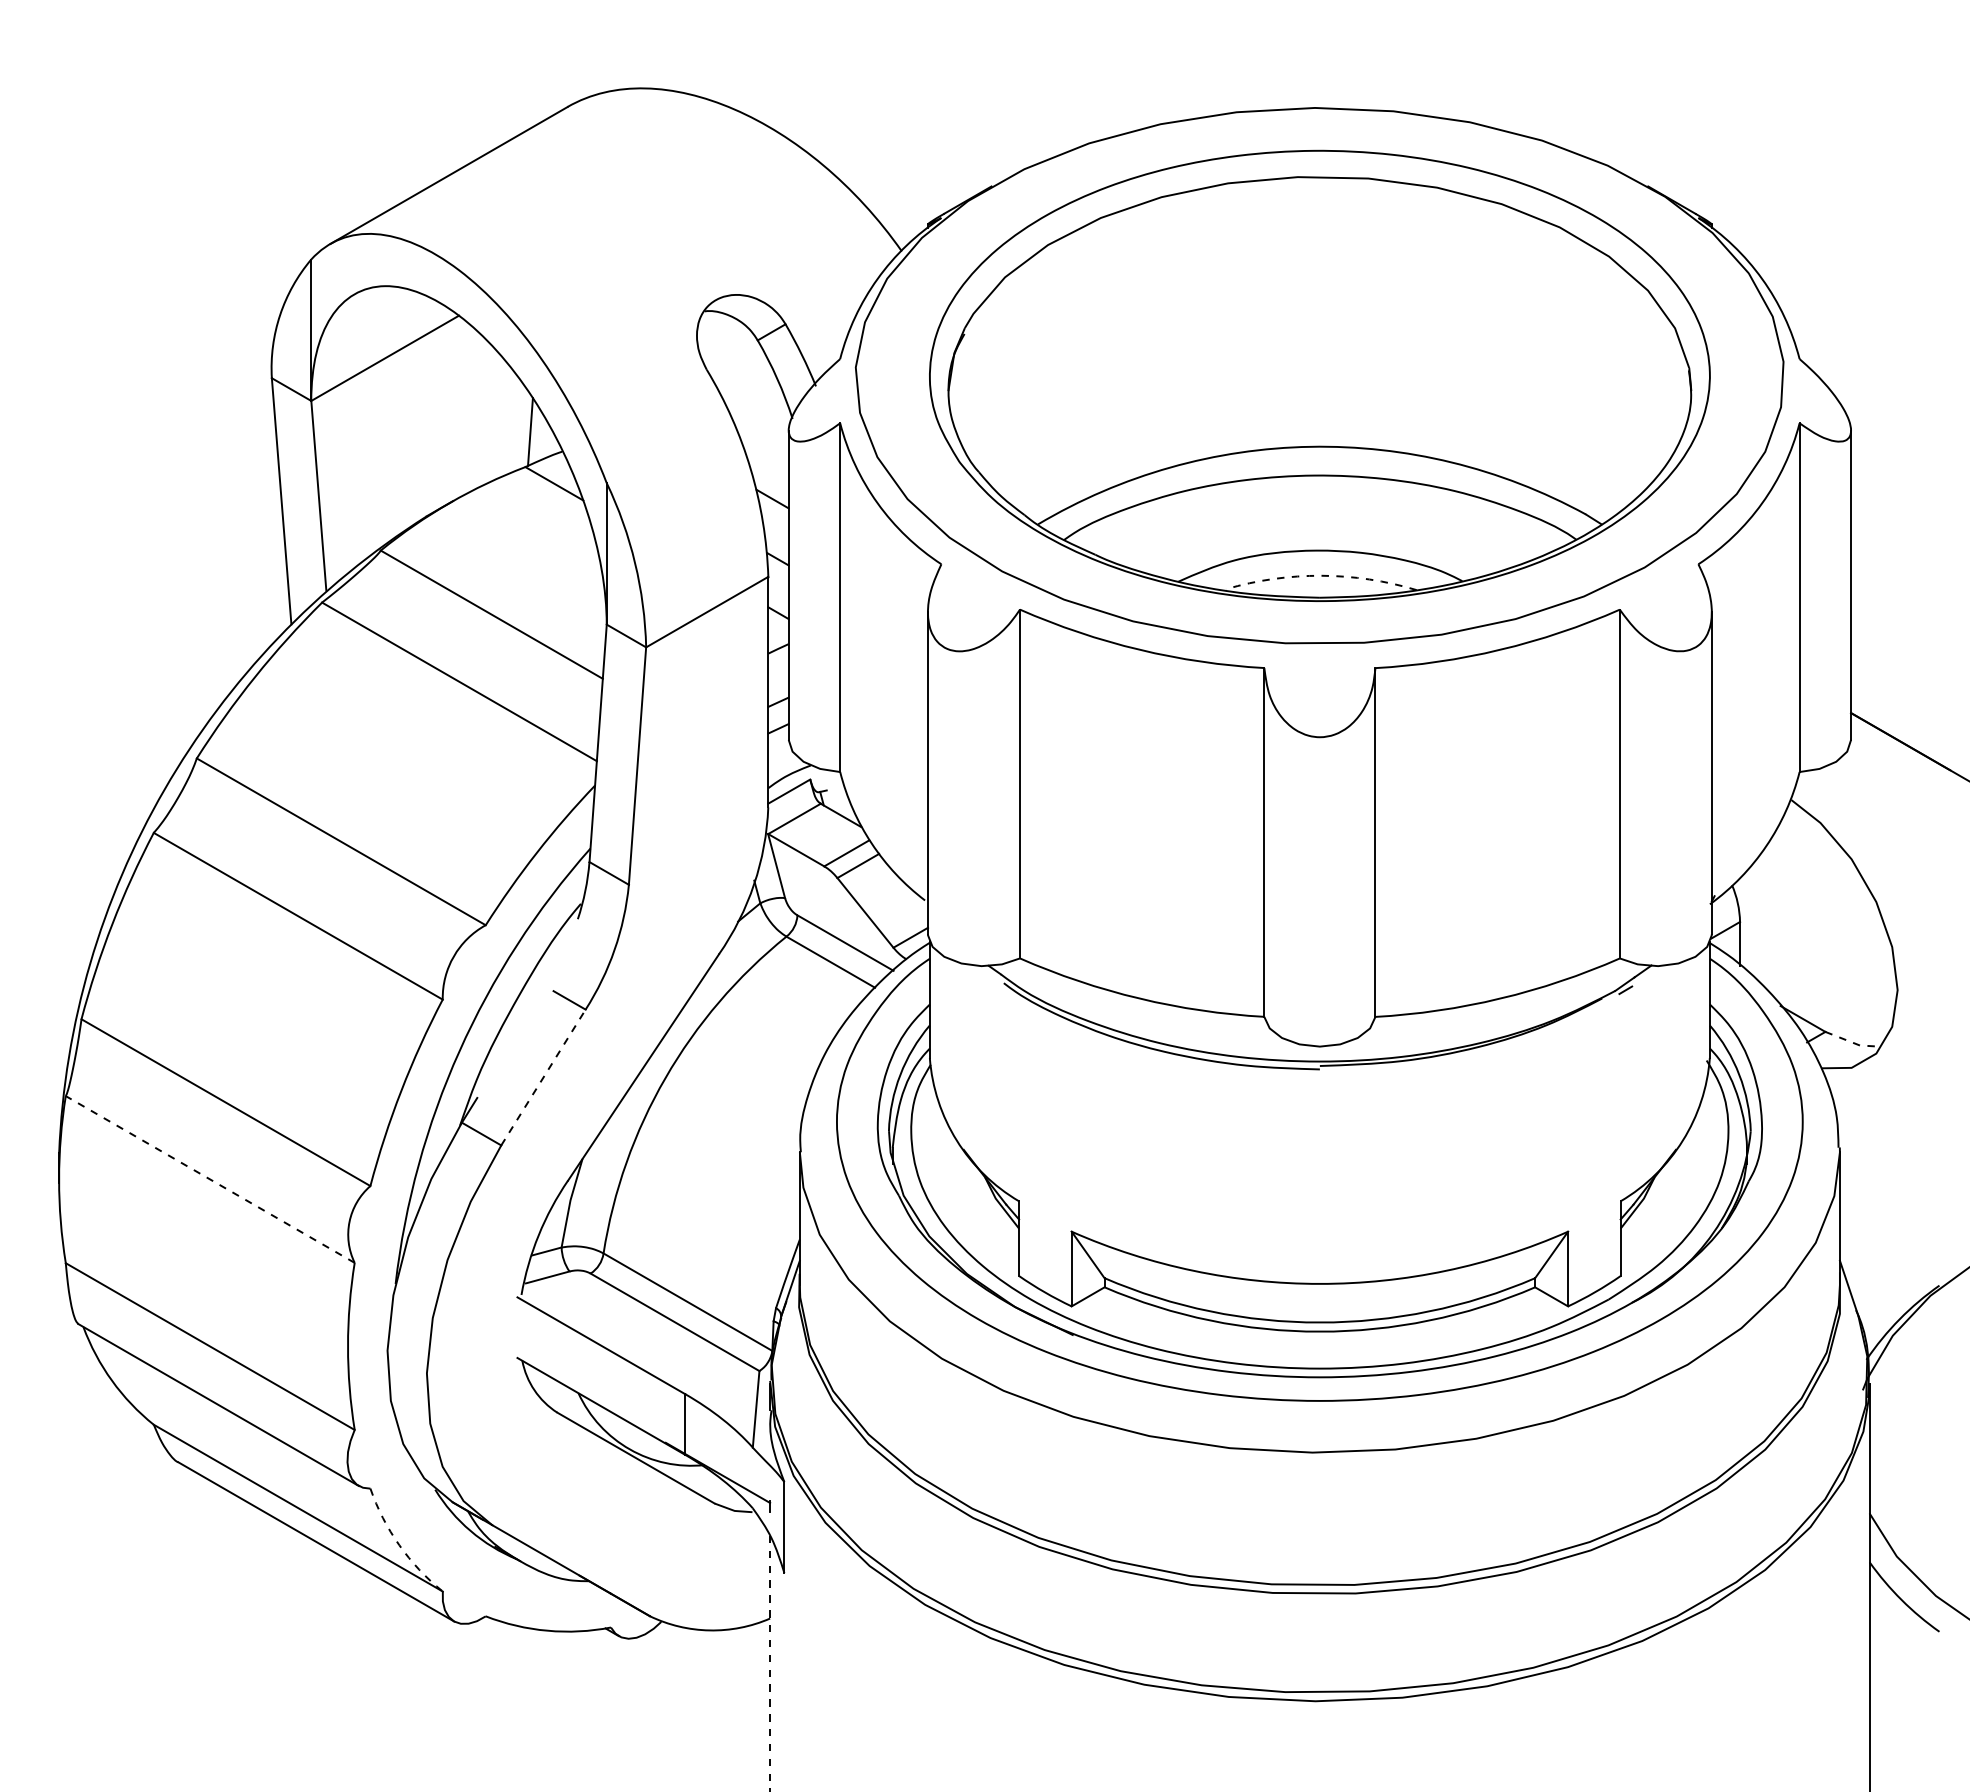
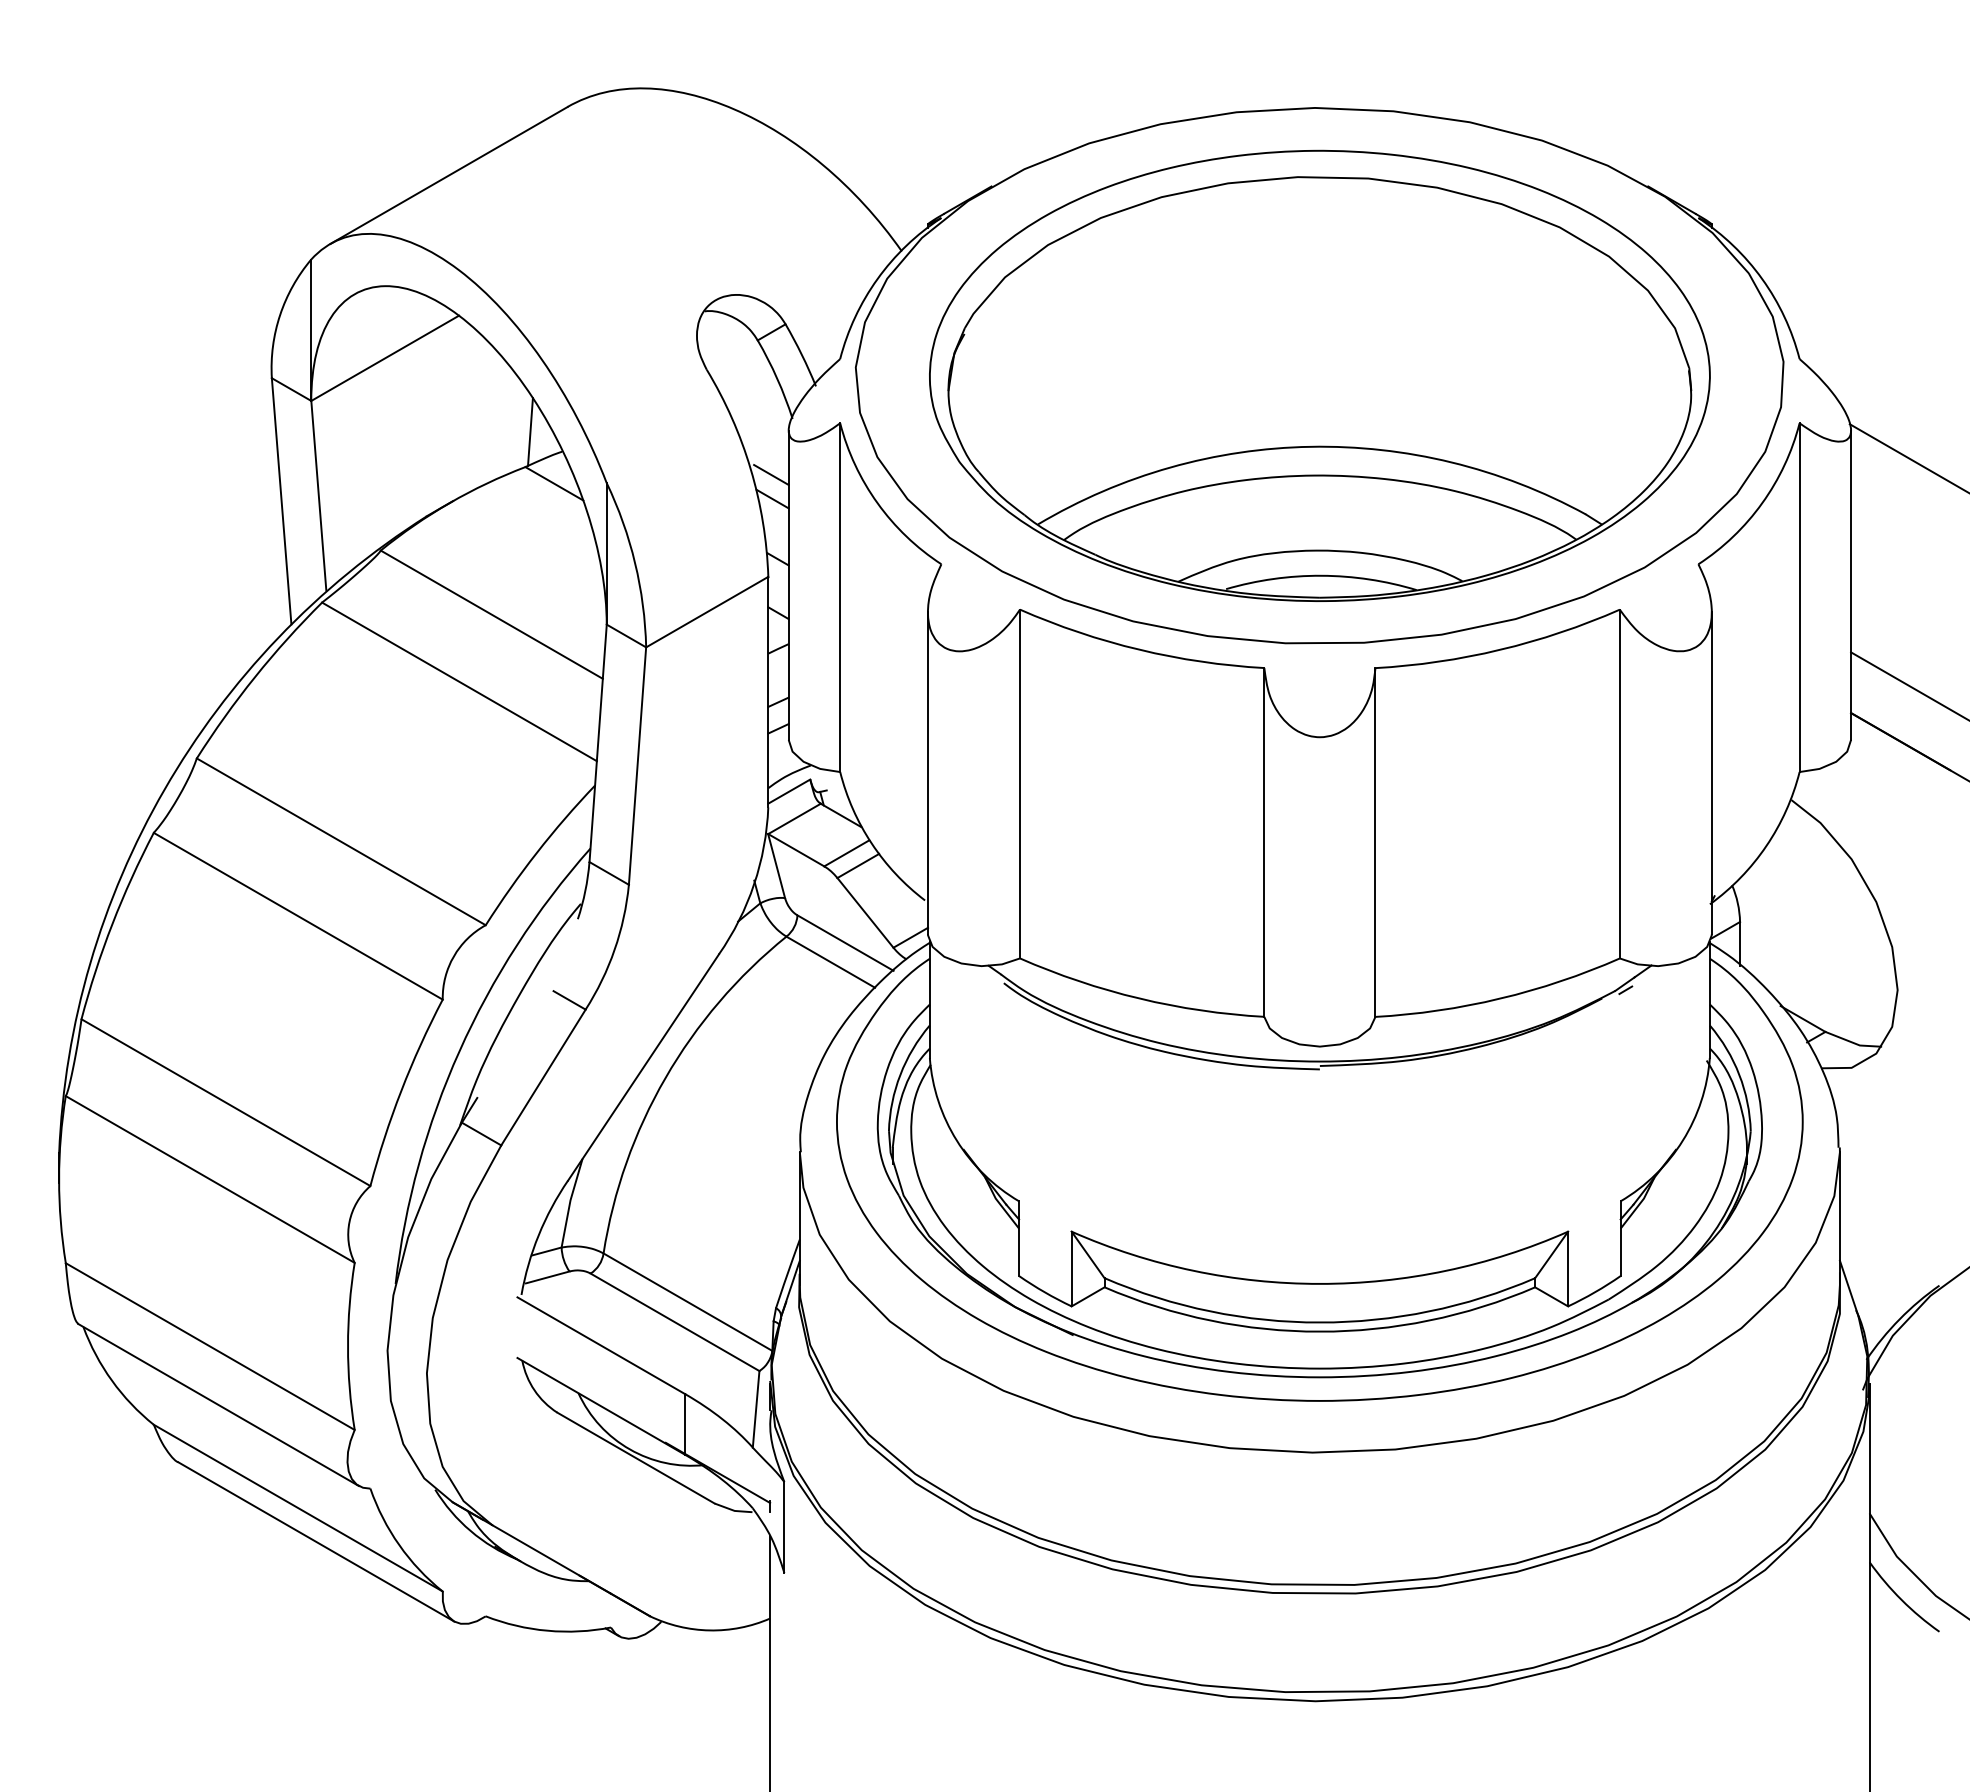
line at (1907, 457): none -> present
line at (771, 474): none -> present
arc at (1321, 575): dashed -> solid
line at (1908, 685): none -> present
line at (1853, 1043): dashed -> solid
line at (543, 1077): dashed -> solid
line at (210, 1179): dashed -> solid
arc at (399, 1545): dashed -> solid
line at (770, 1663): dashed -> solid
